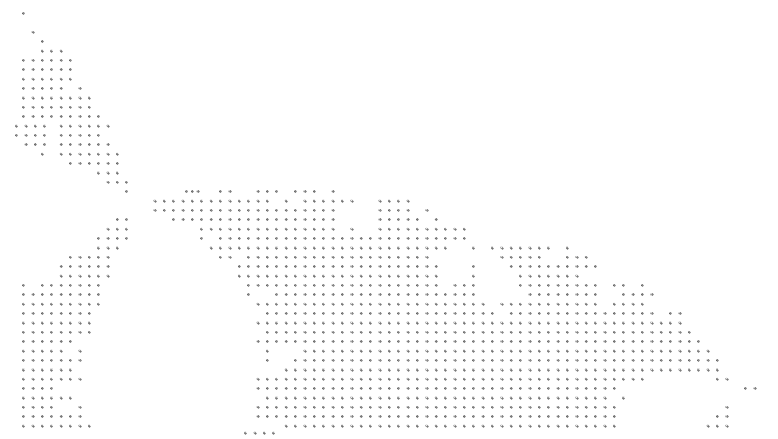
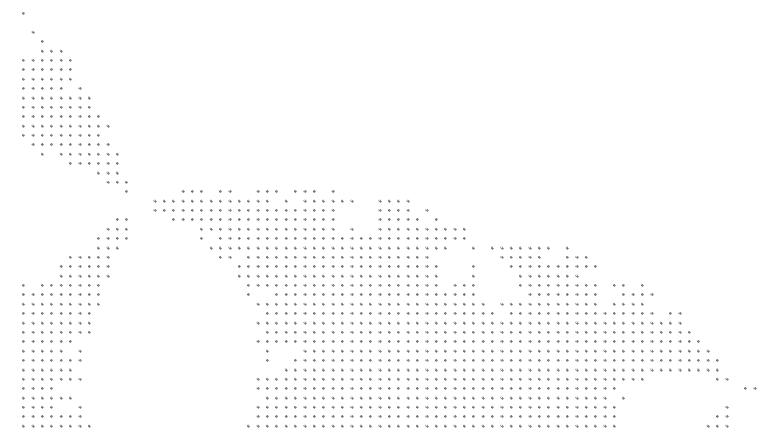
part at (30, 135) position: (30, 135) -> (37, 135)
part at (192, 191) size: 15x3 px -> 22x3 px
part at (259, 433) position: (259, 433) -> (262, 426)
